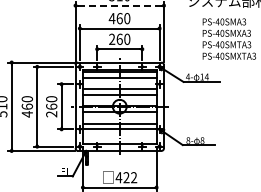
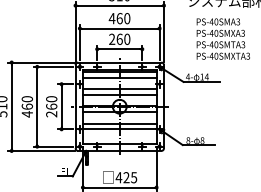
line at (120, 5): dashed -> solid
text at (228, 38) position: (228, 38) -> (222, 38)
text at (134, 177): 422 -> 425
